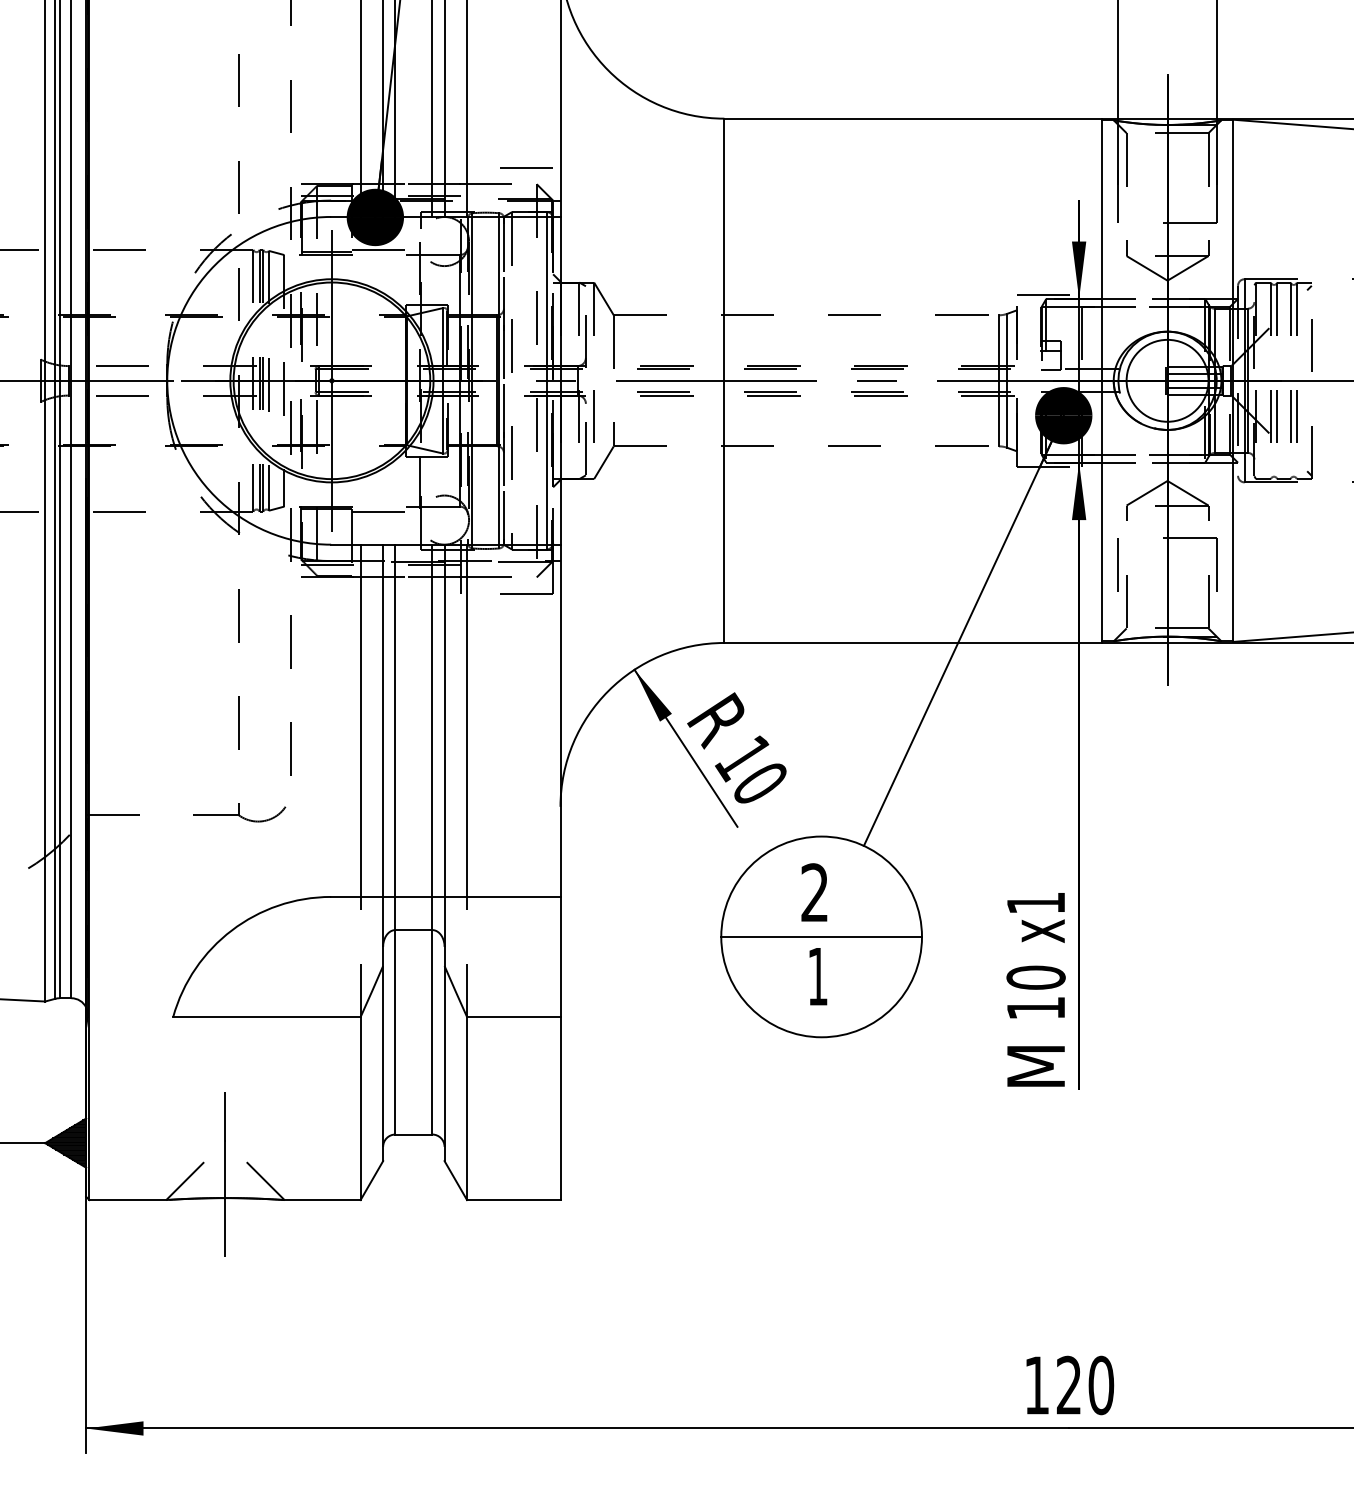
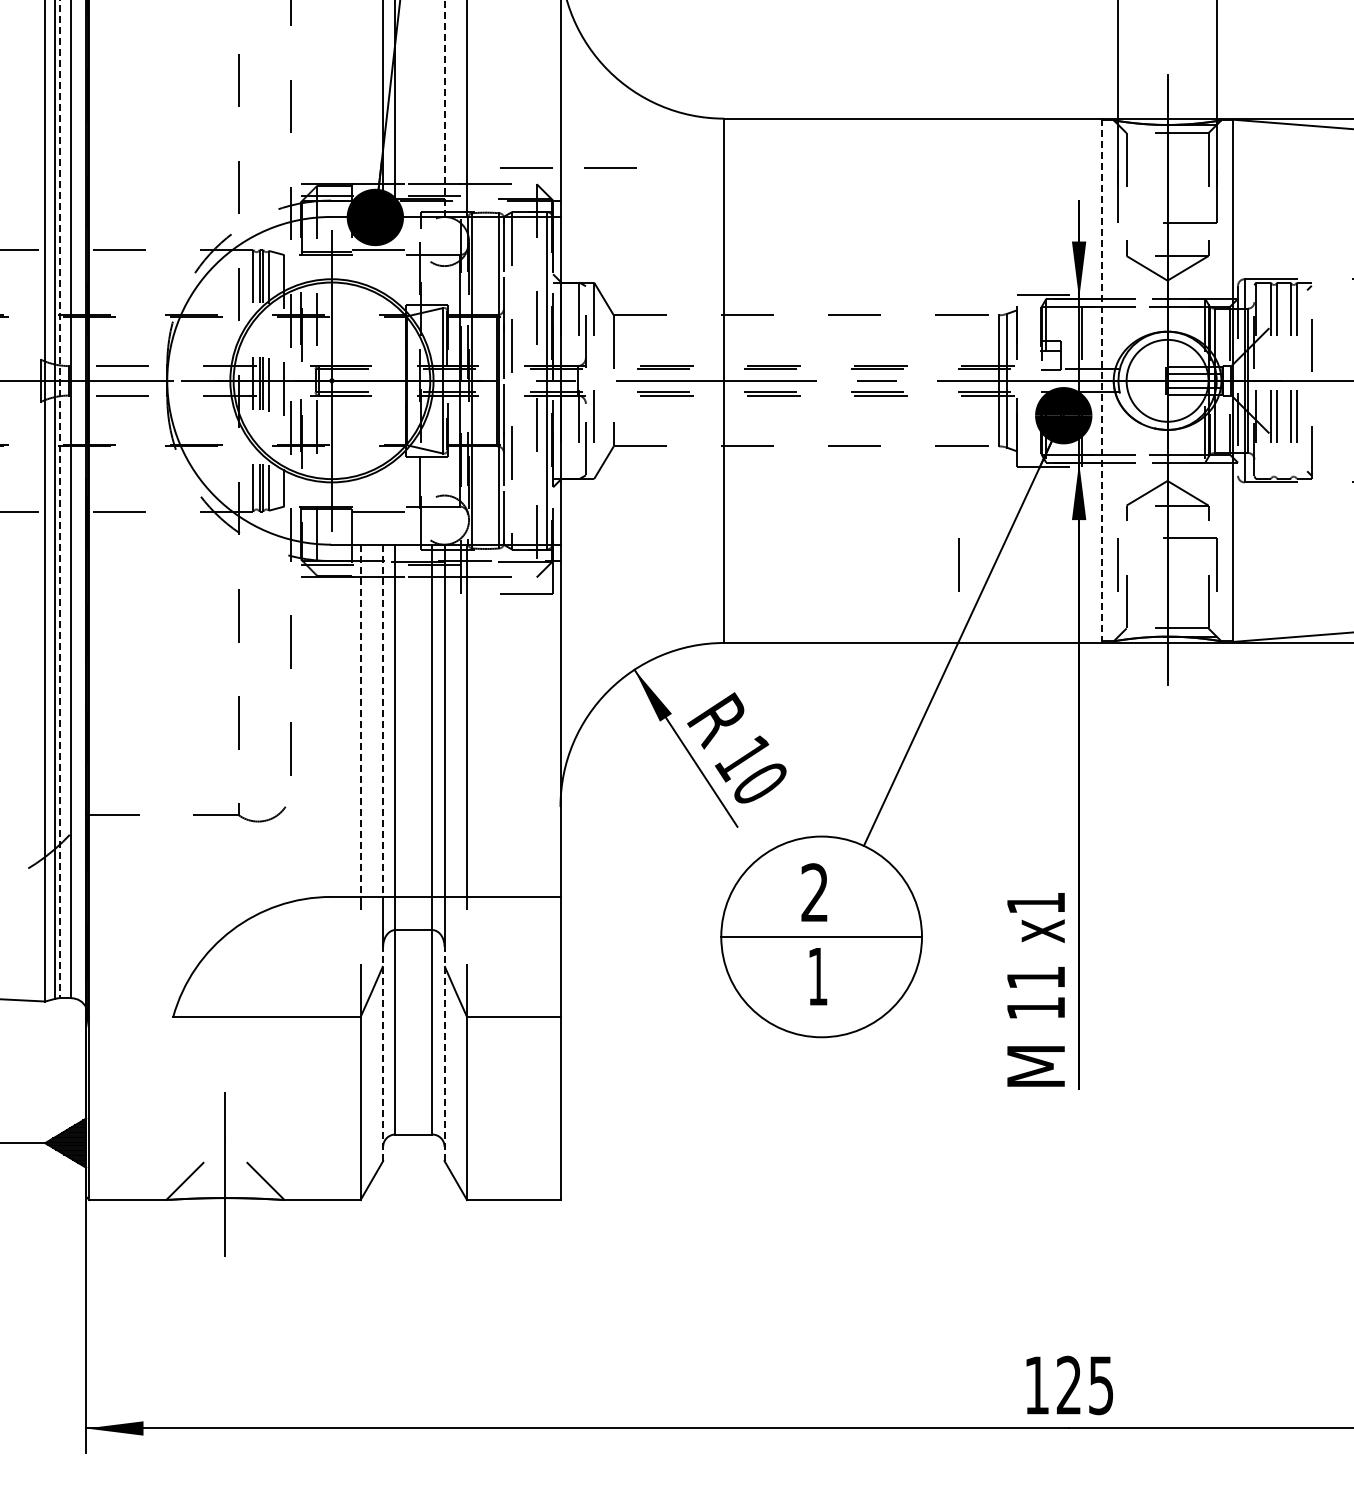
line at (444, 108): solid -> dashed
line at (360, 109): present -> none
line at (432, 109): present -> none
line at (610, 167): none -> present
line at (1102, 381): solid -> dashed
line at (59, 499): solid -> dashed
line at (958, 564): none -> present
line at (360, 721): solid -> dashed
line at (383, 721): solid -> dashed
text at (1035, 977): 10 -> 11
line at (383, 1053): solid -> dashed
line at (444, 1053): solid -> dashed
text at (1101, 1385): 120 -> 125
